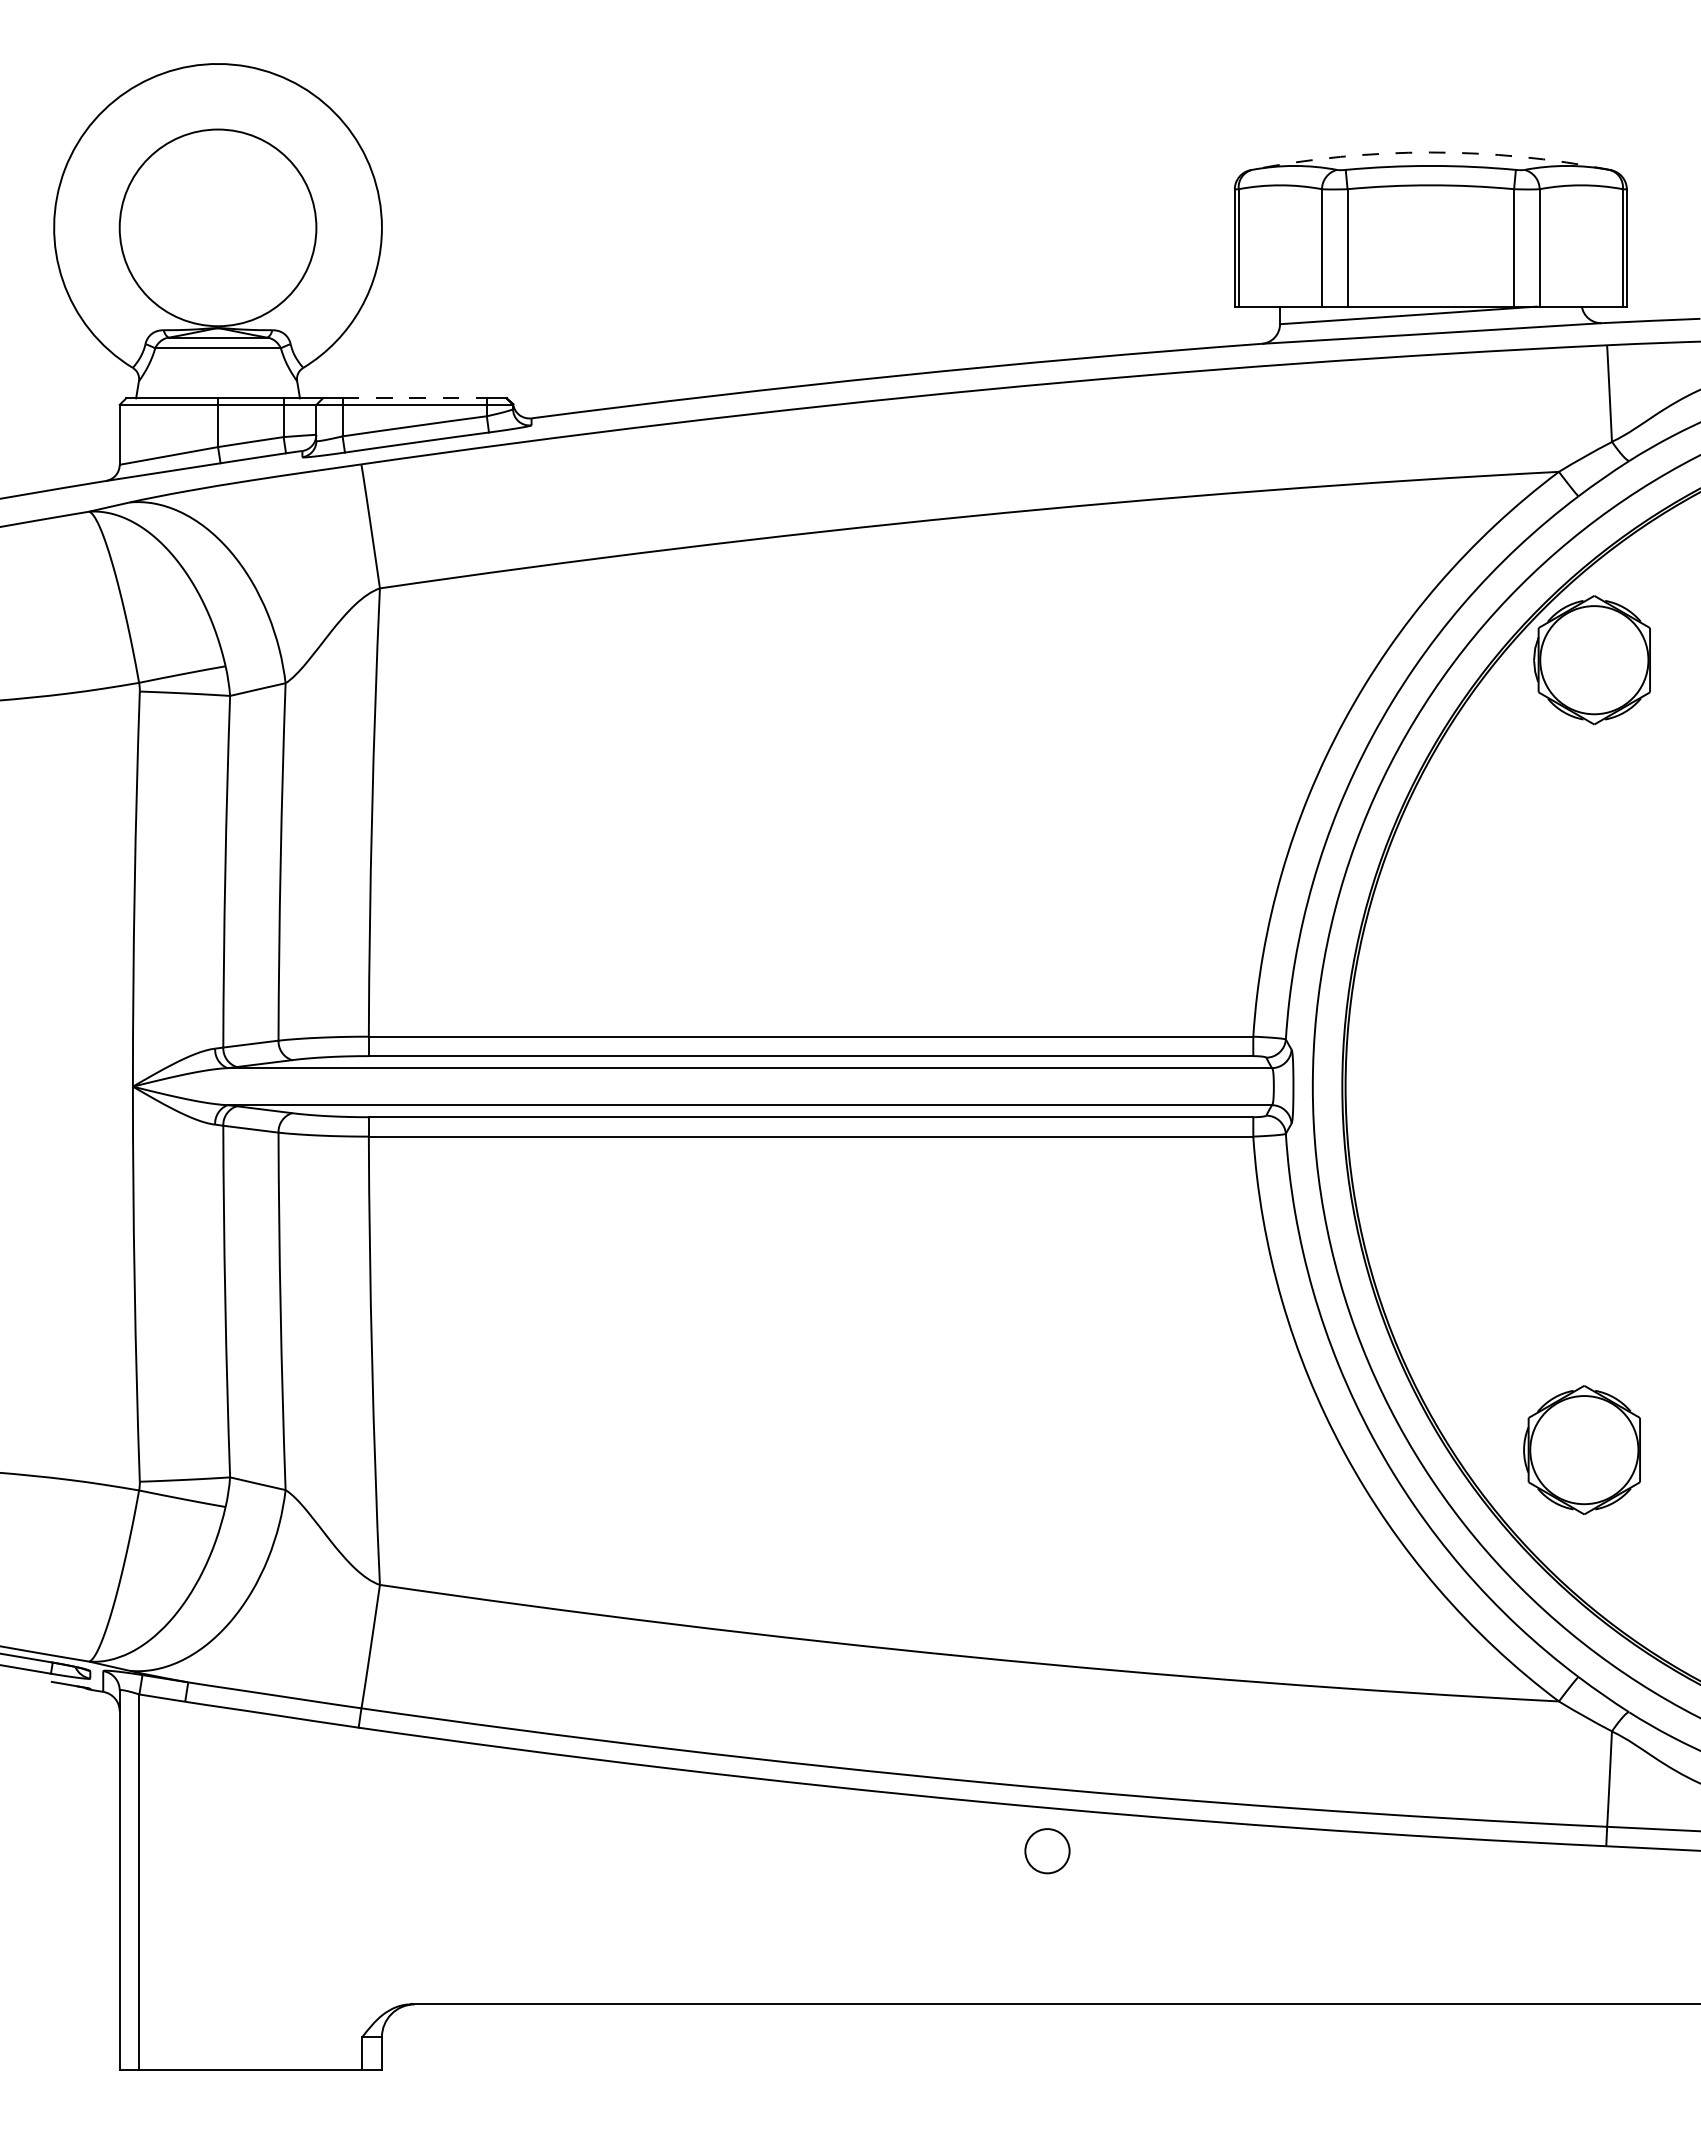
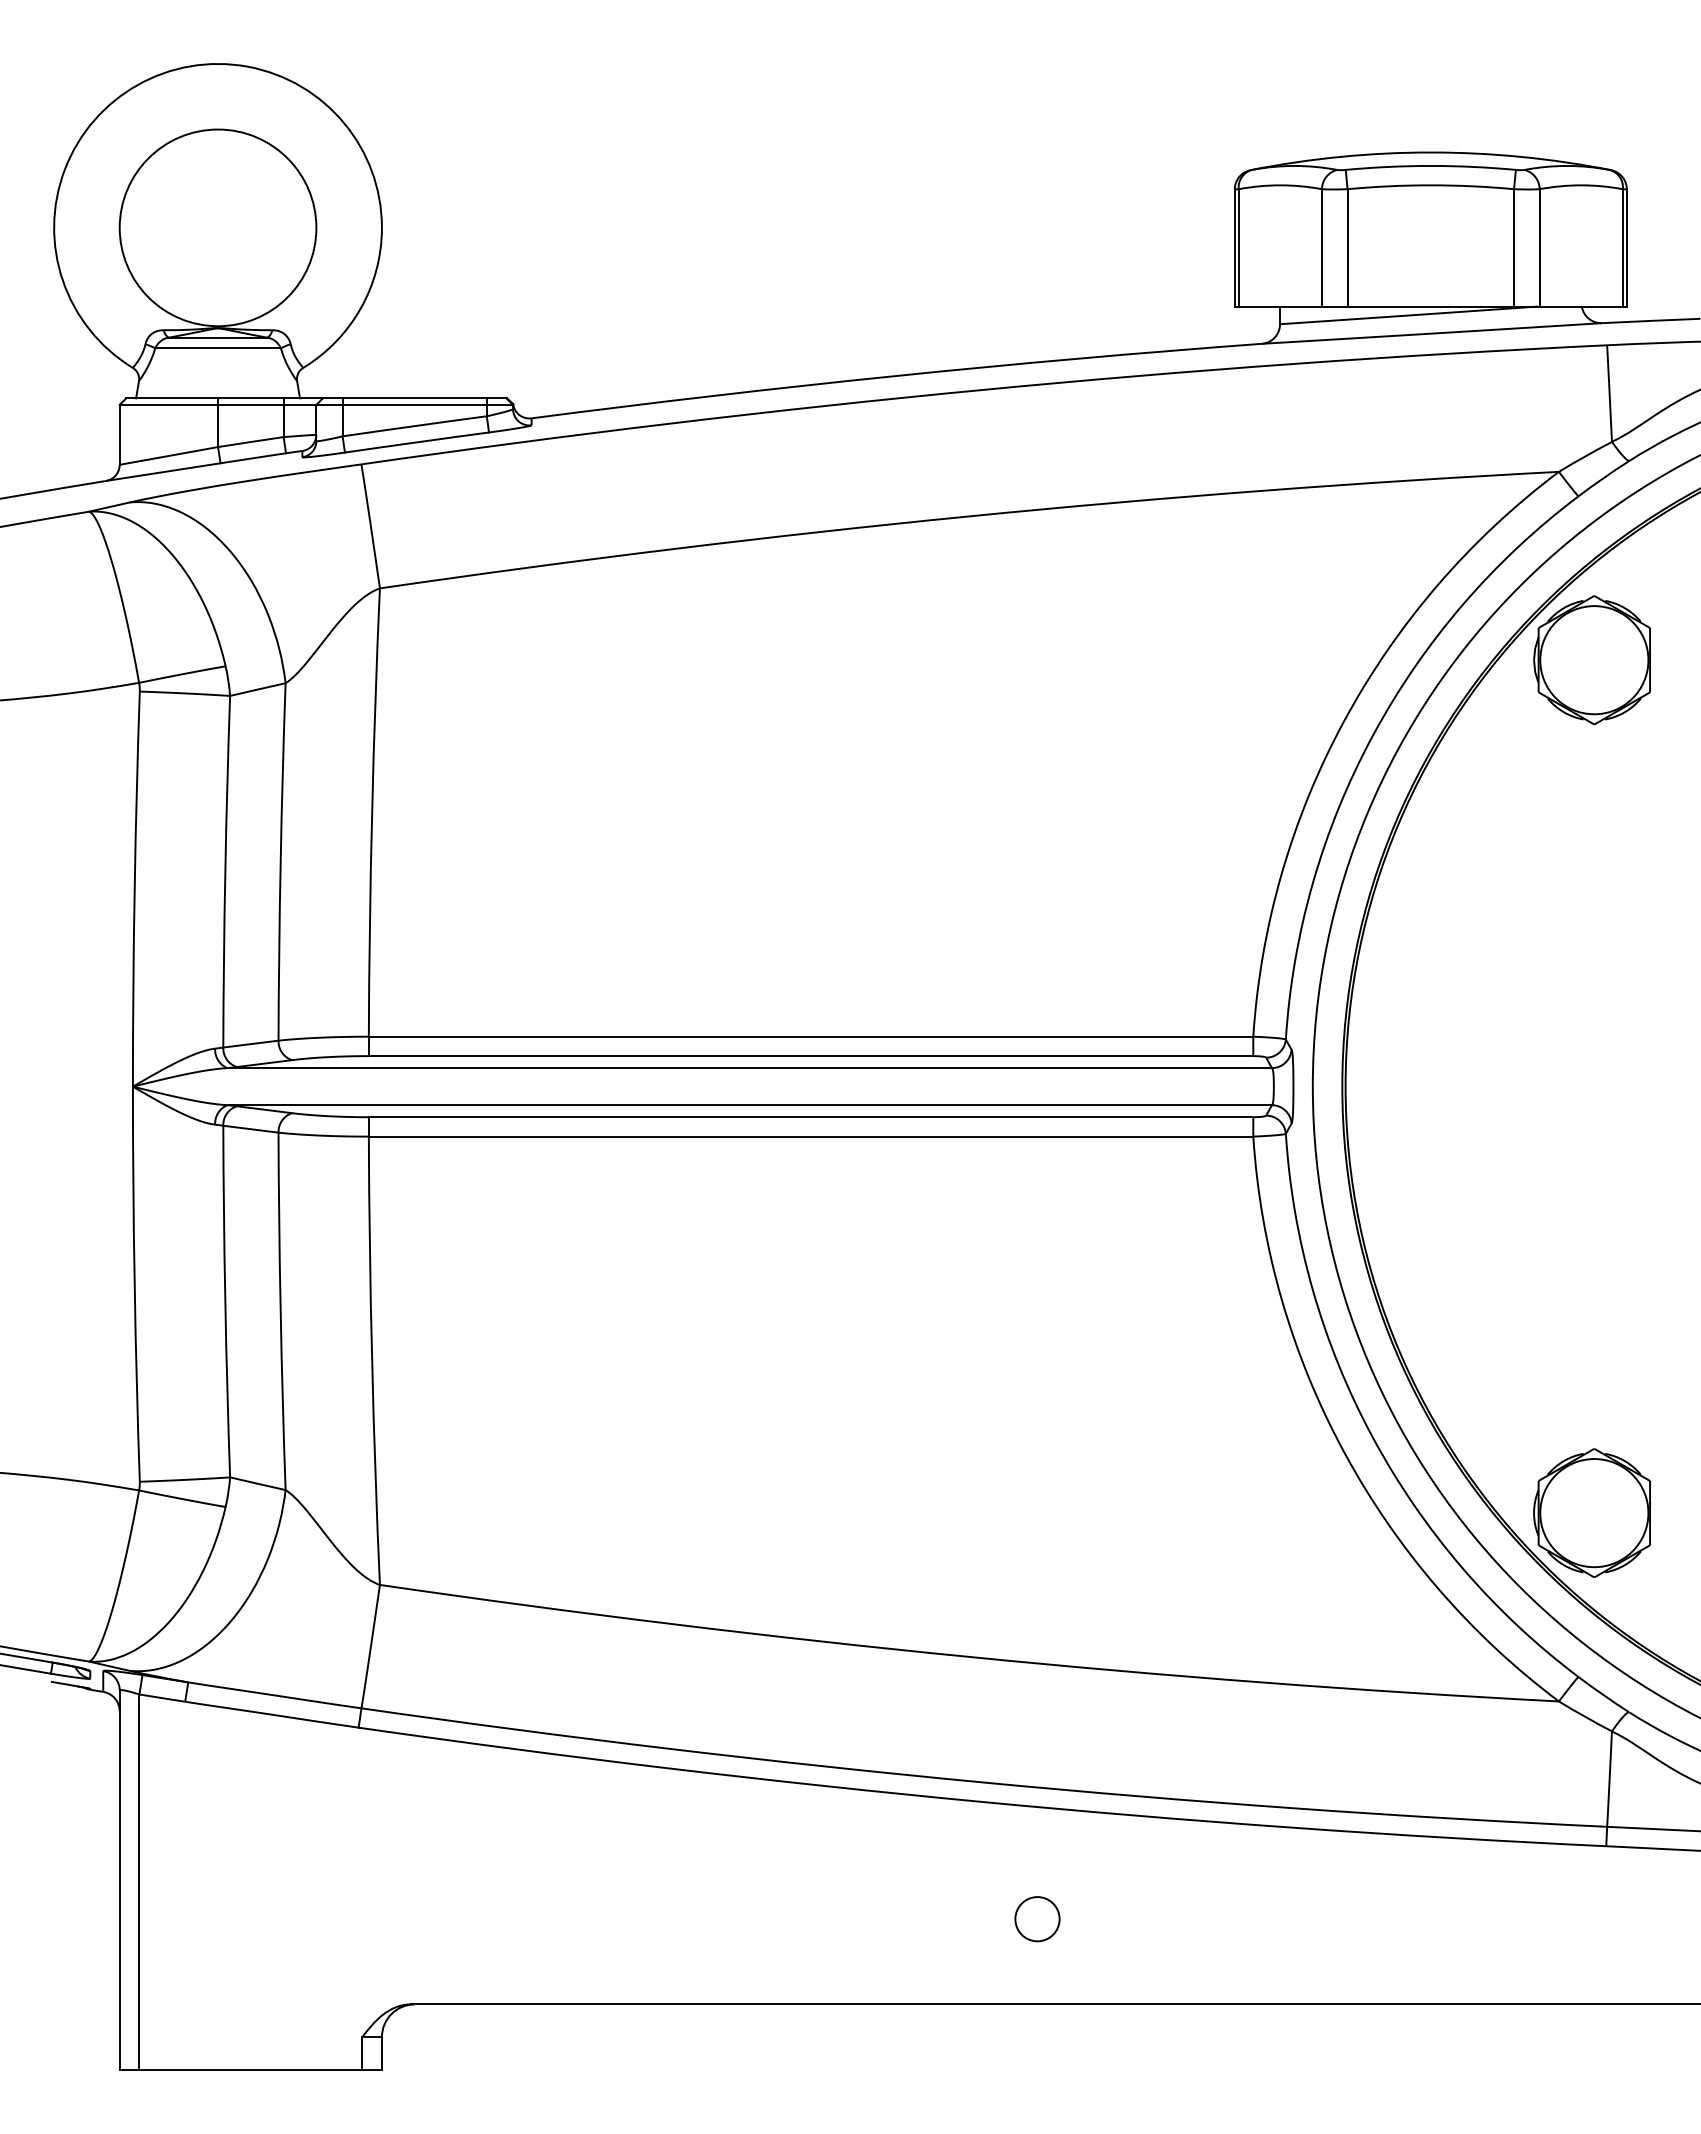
arc at (1430, 152): dashed -> solid
line at (415, 398): dashed -> solid
part at (1581, 1449) position: (1581, 1449) -> (1591, 1512)
circle at (1047, 1851) position: (1047, 1851) -> (1037, 1919)
